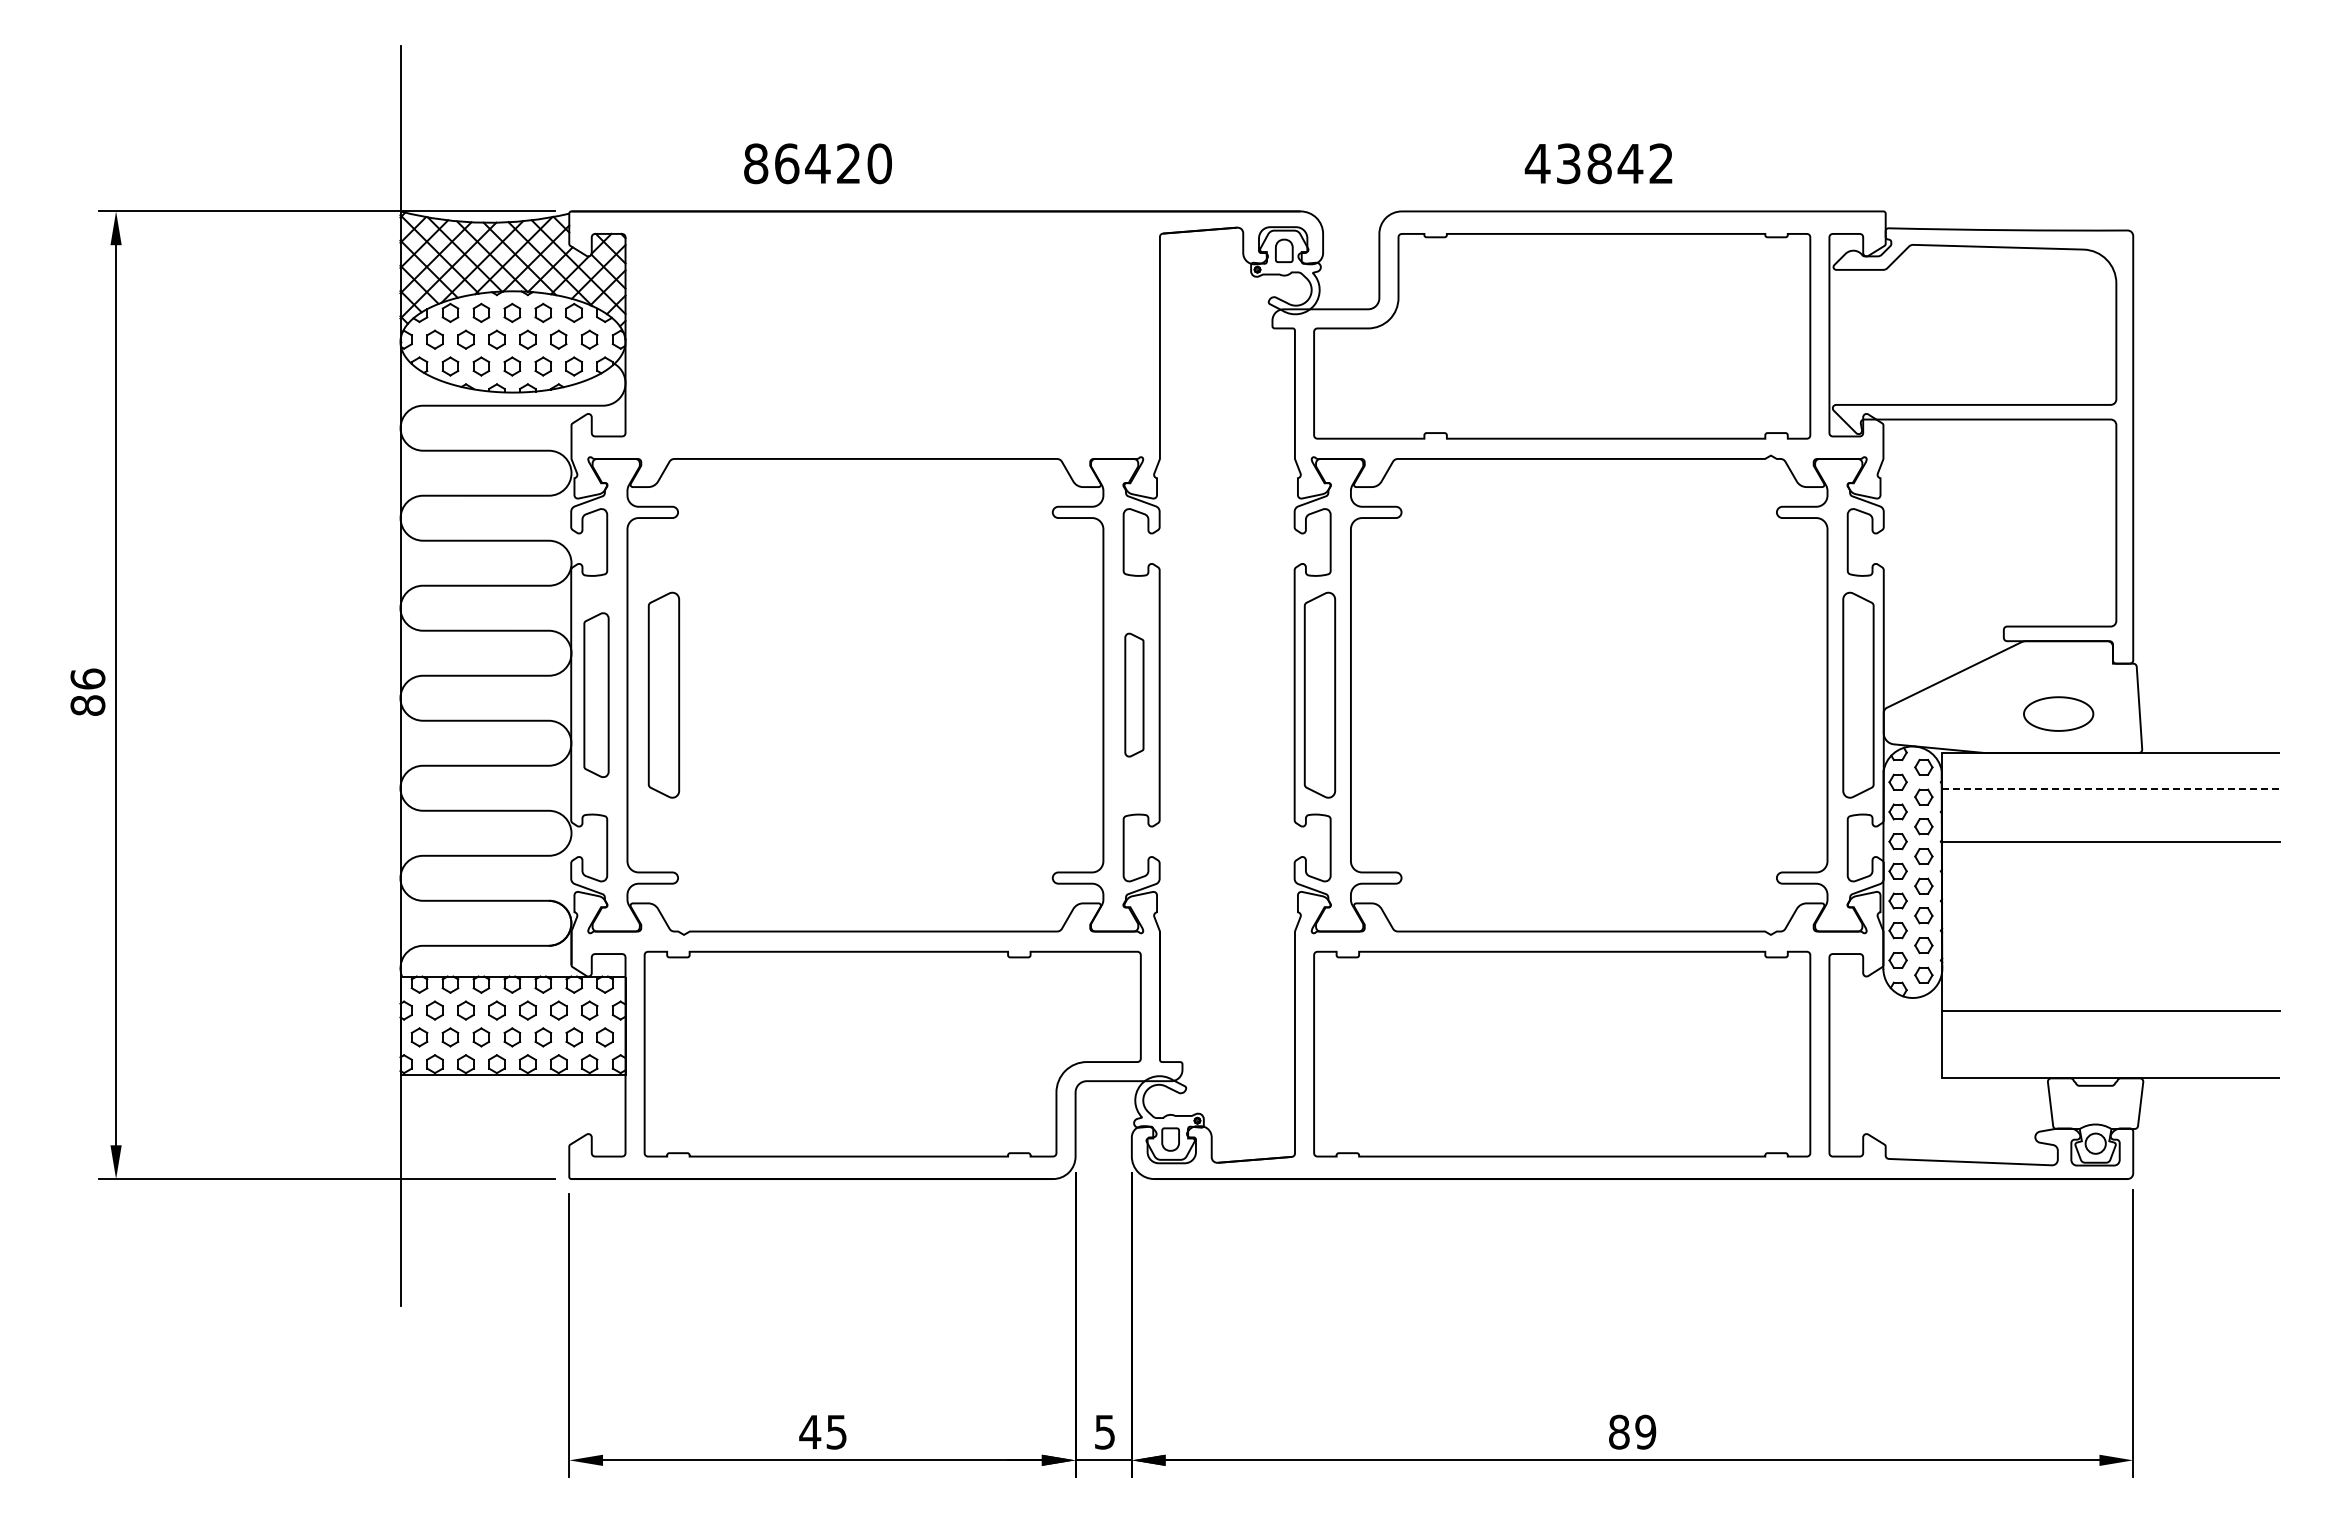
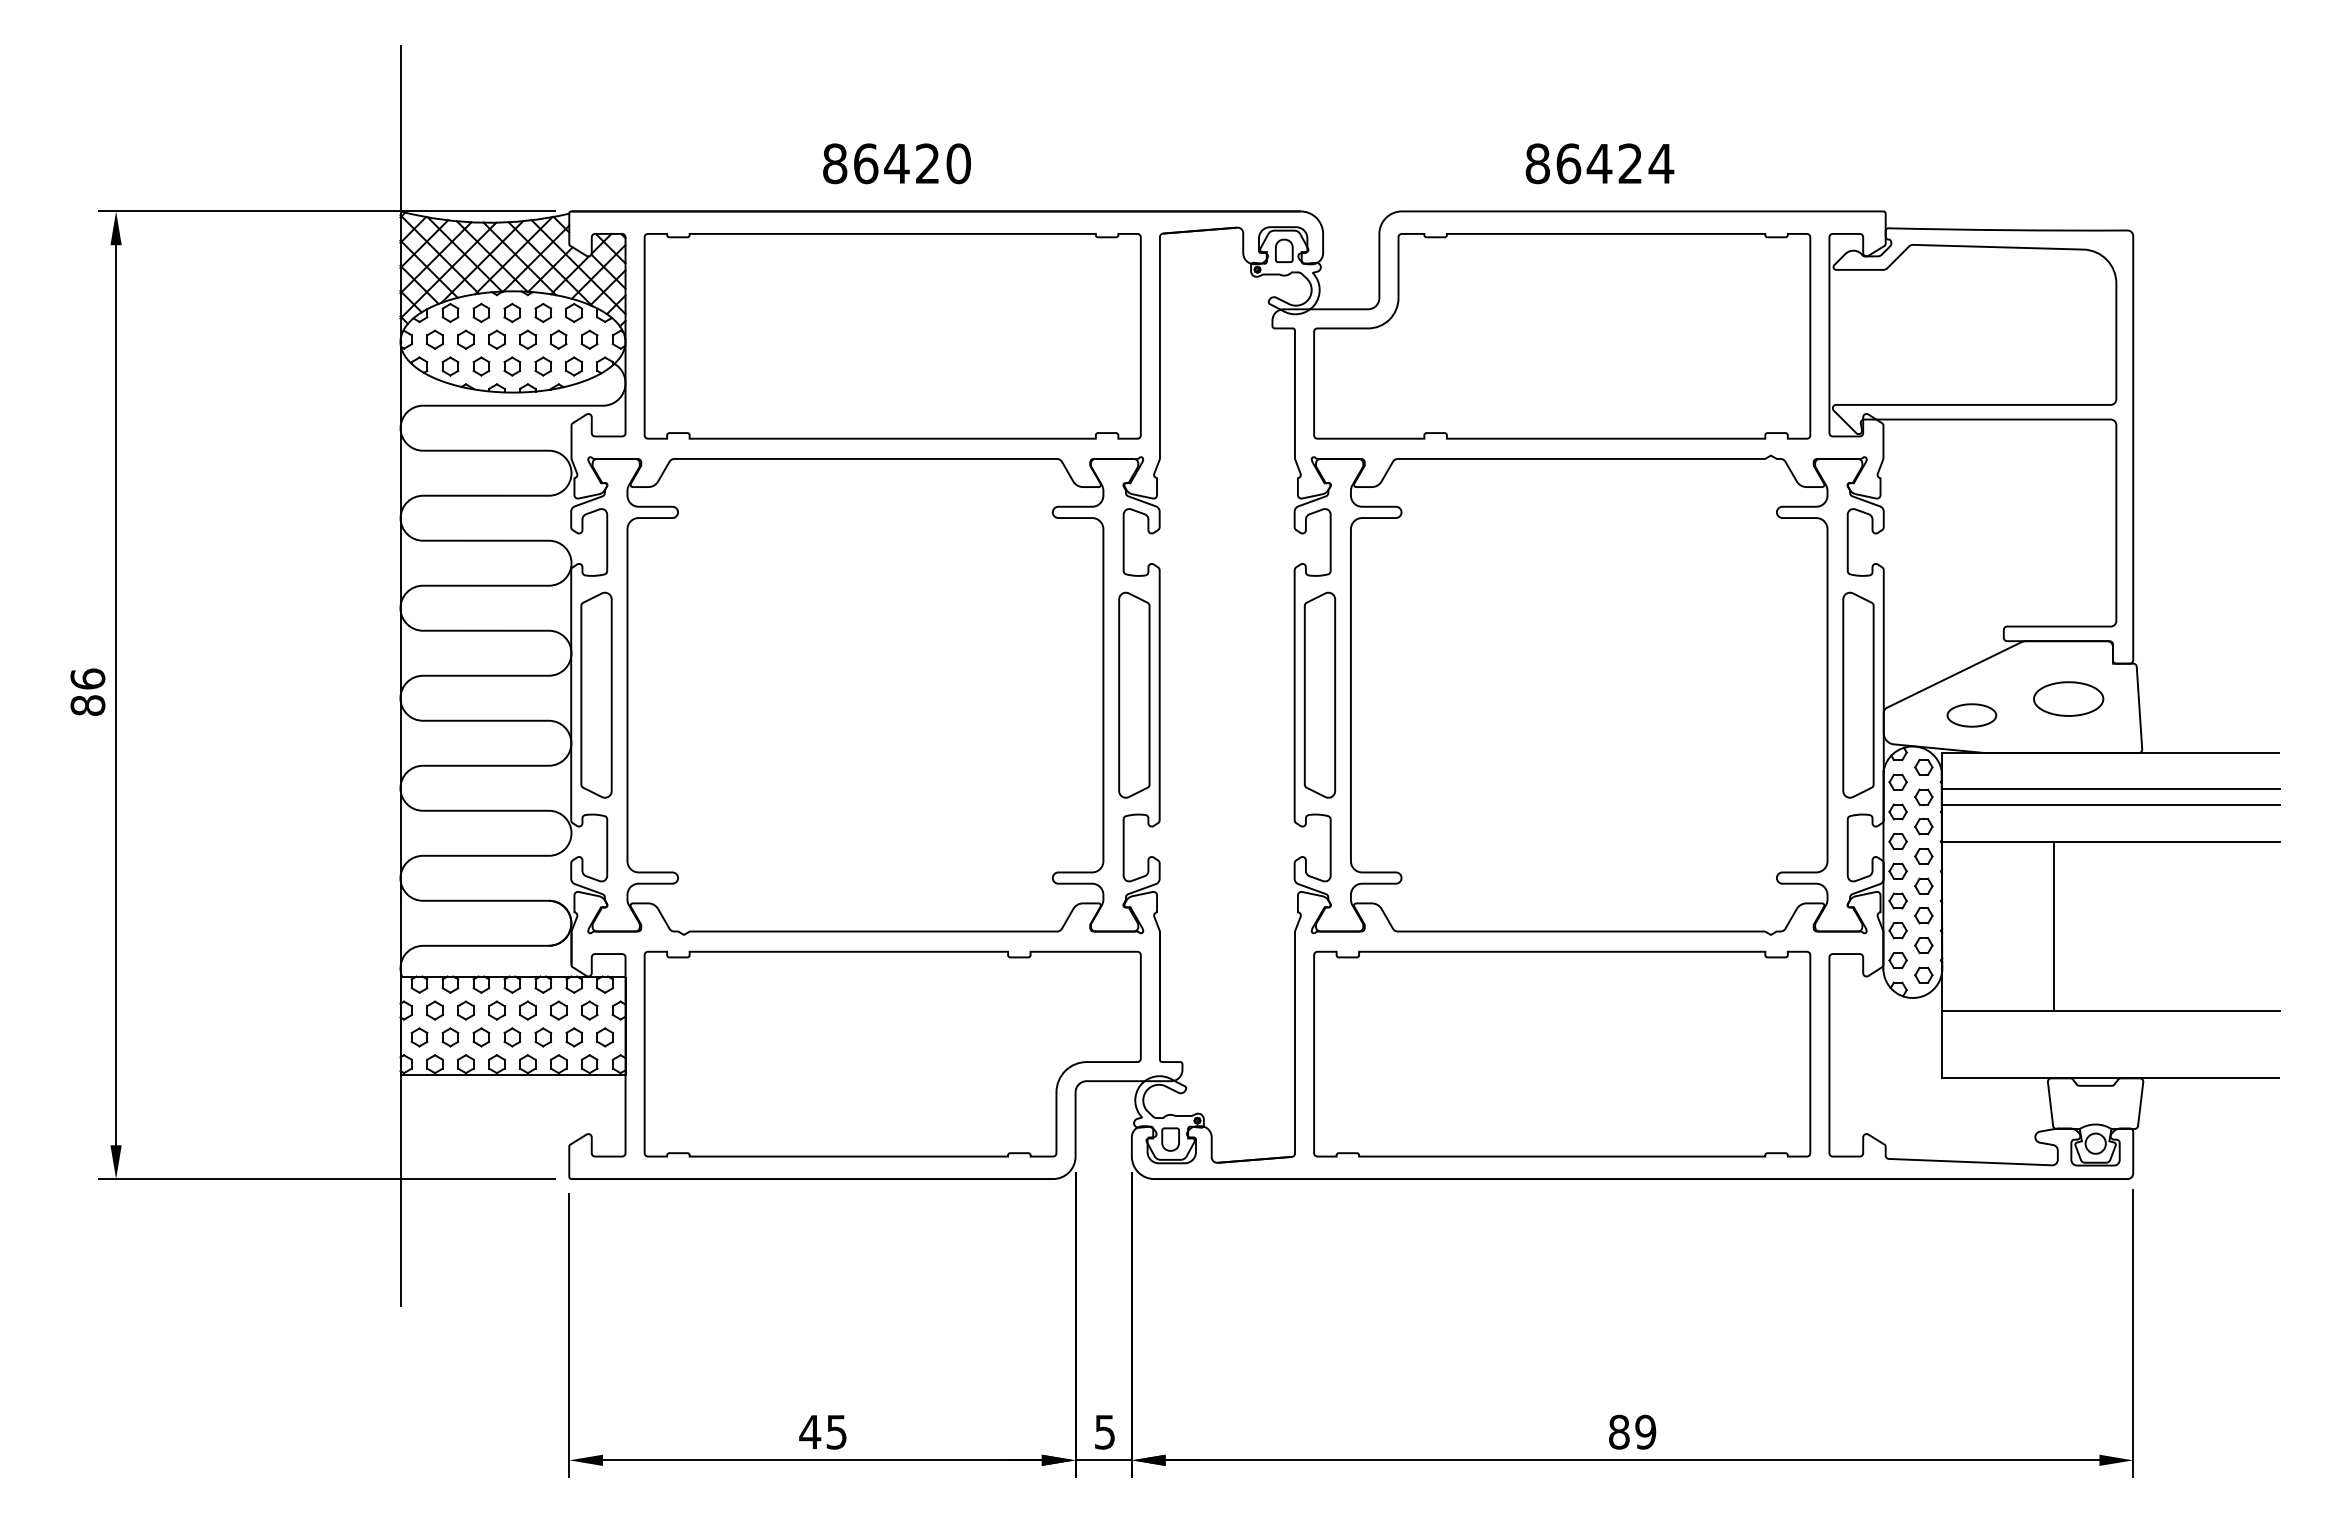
text at (817, 163) position: (817, 163) -> (896, 163)
text at (1599, 163): 43842 -> 86424
part at (892, 336): none -> present
part at (596, 694) size: 27x166 px -> 33x208 px
part at (663, 694): present -> none
part at (1134, 694) size: 21x126 px -> 33x208 px
part at (2058, 713) position: (2058, 713) -> (2068, 698)
part at (1971, 715): none -> present
line at (2110, 789): dashed -> solid
line at (2110, 804): none -> present
line at (2054, 926): none -> present
